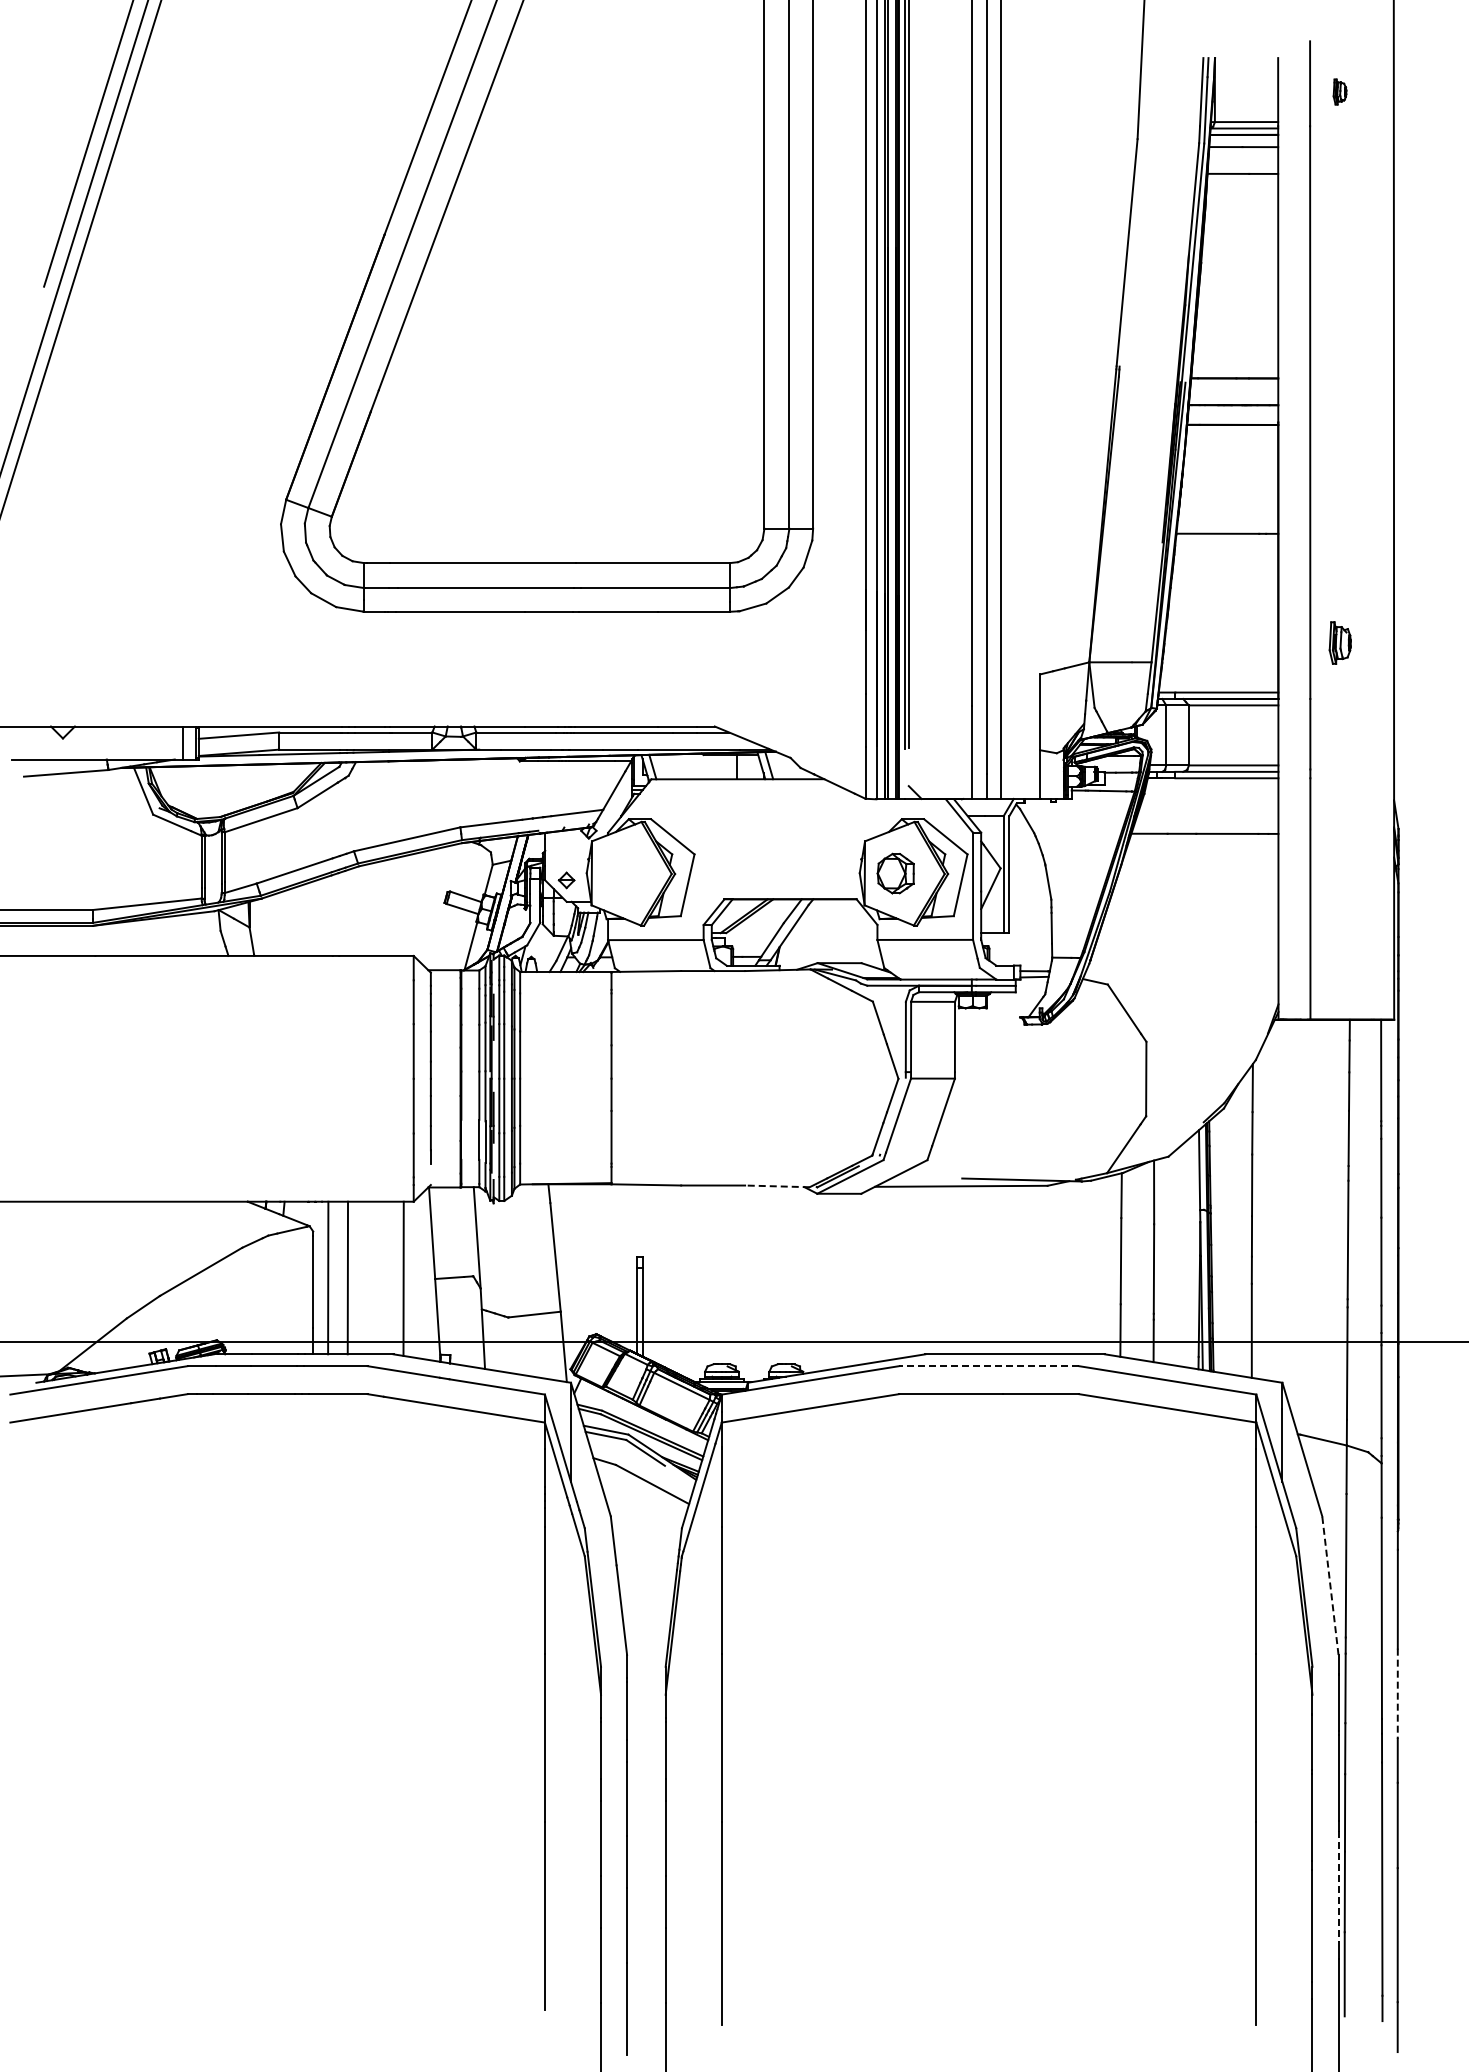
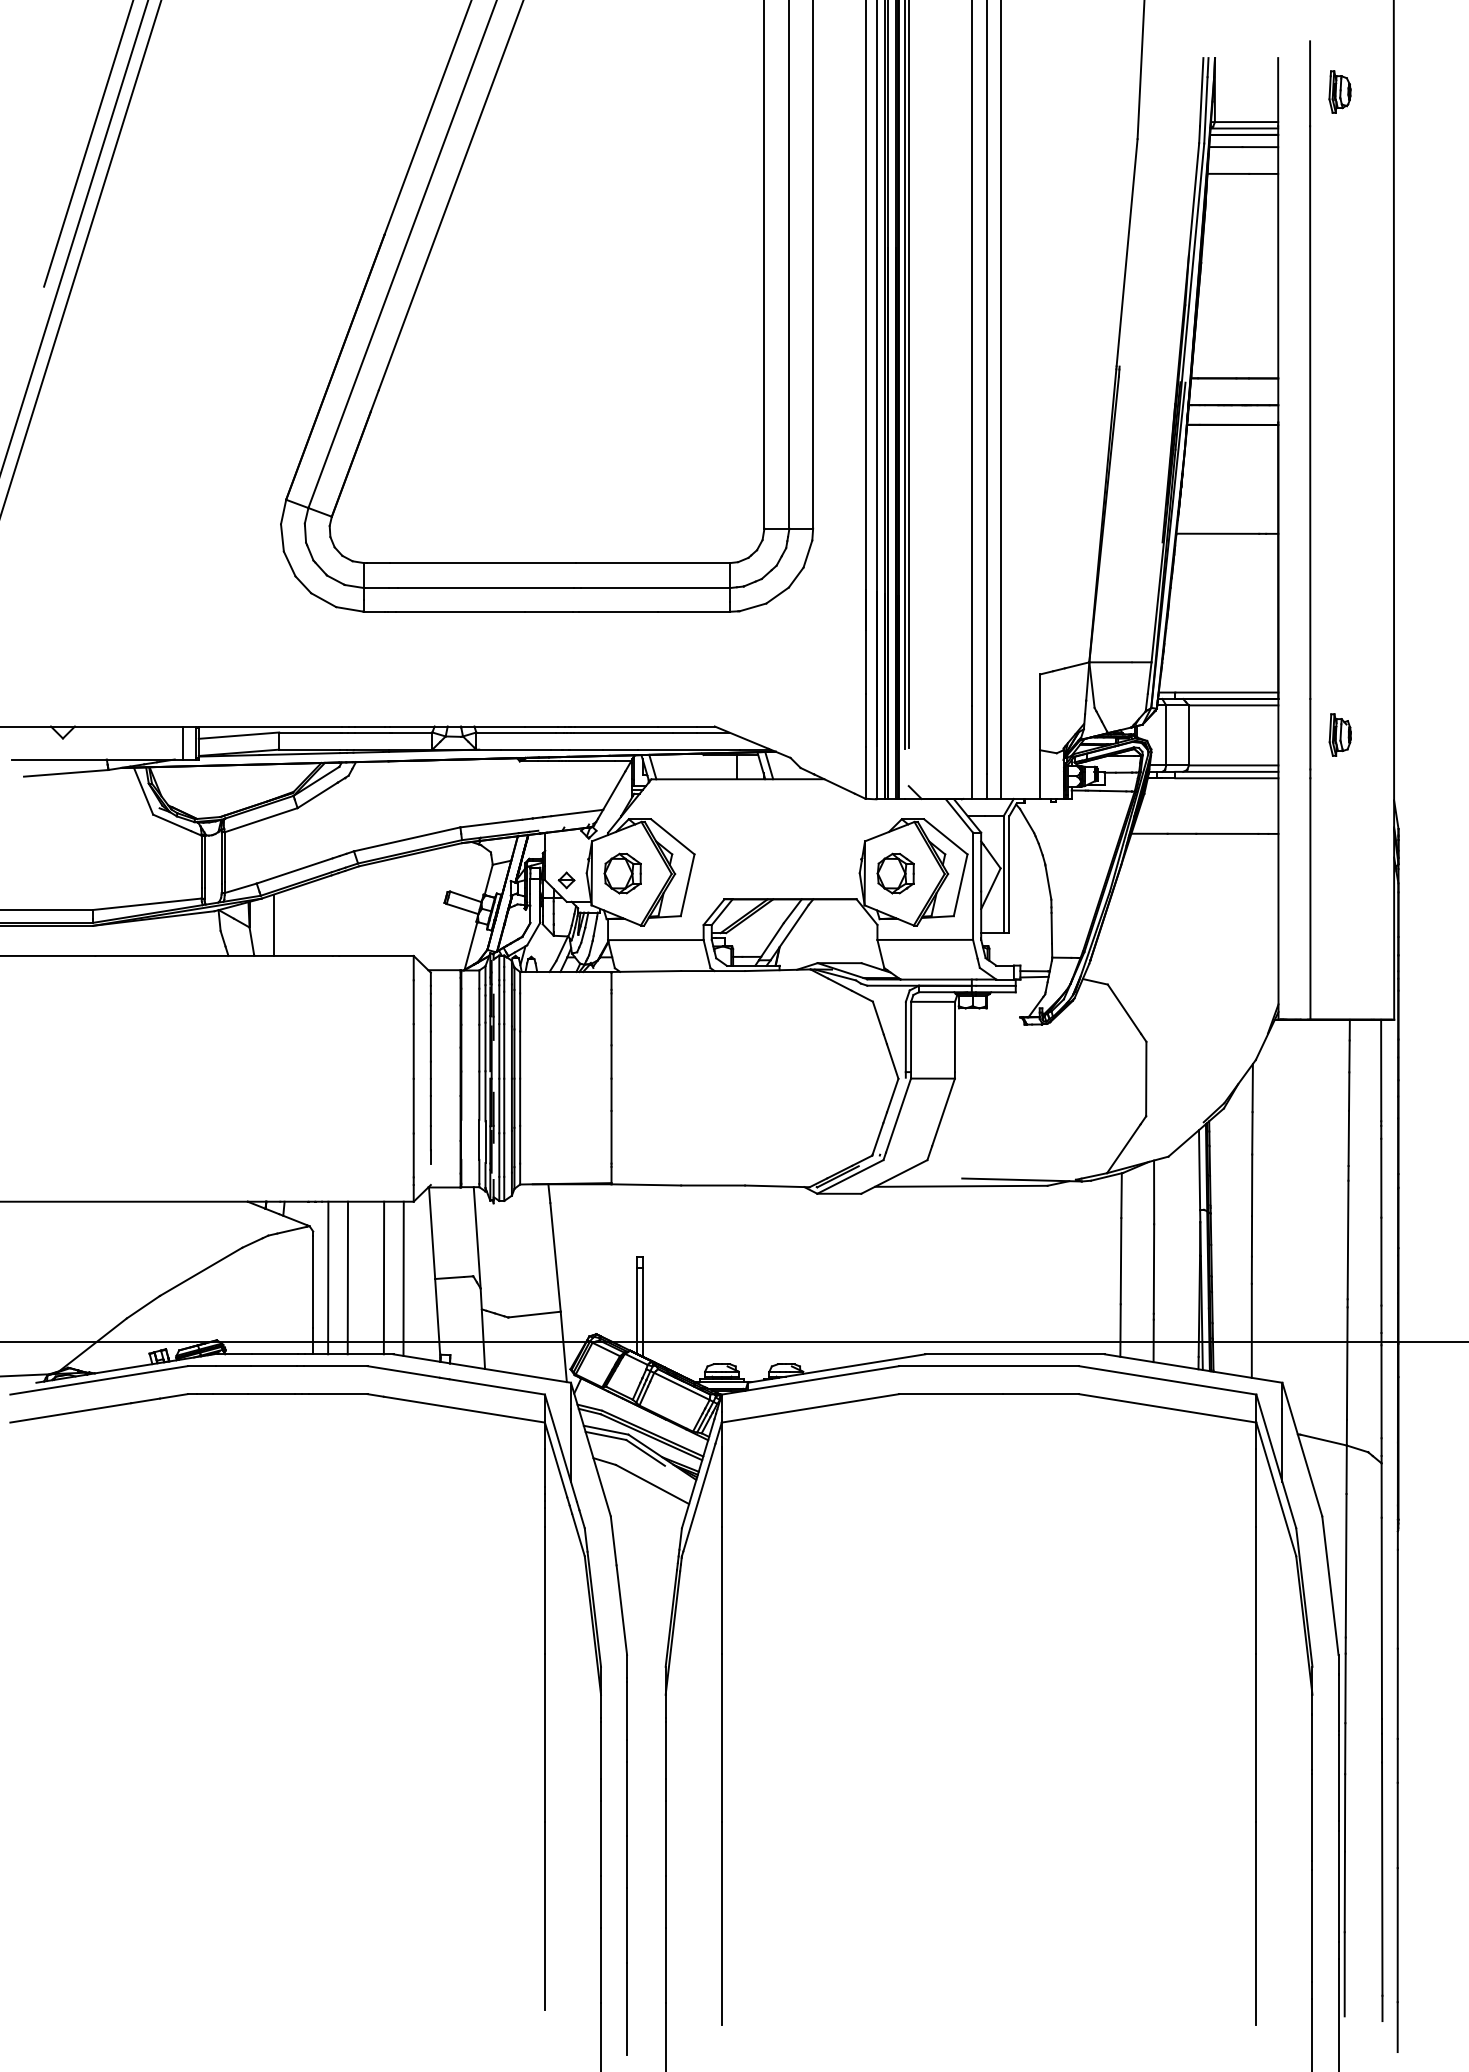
part at (1339, 91) size: 16x28 px -> 24x44 px
part at (1339, 642) position: (1339, 642) -> (1339, 734)
part at (622, 873): none -> present
line at (274, 924): none -> present
line at (776, 1186): dashed -> solid
line at (383, 1277): none -> present
line at (989, 1366): dashed -> solid
line at (1330, 1585): dashed -> solid
line at (1397, 1694): dashed -> solid
line at (1338, 1886): dashed -> solid
